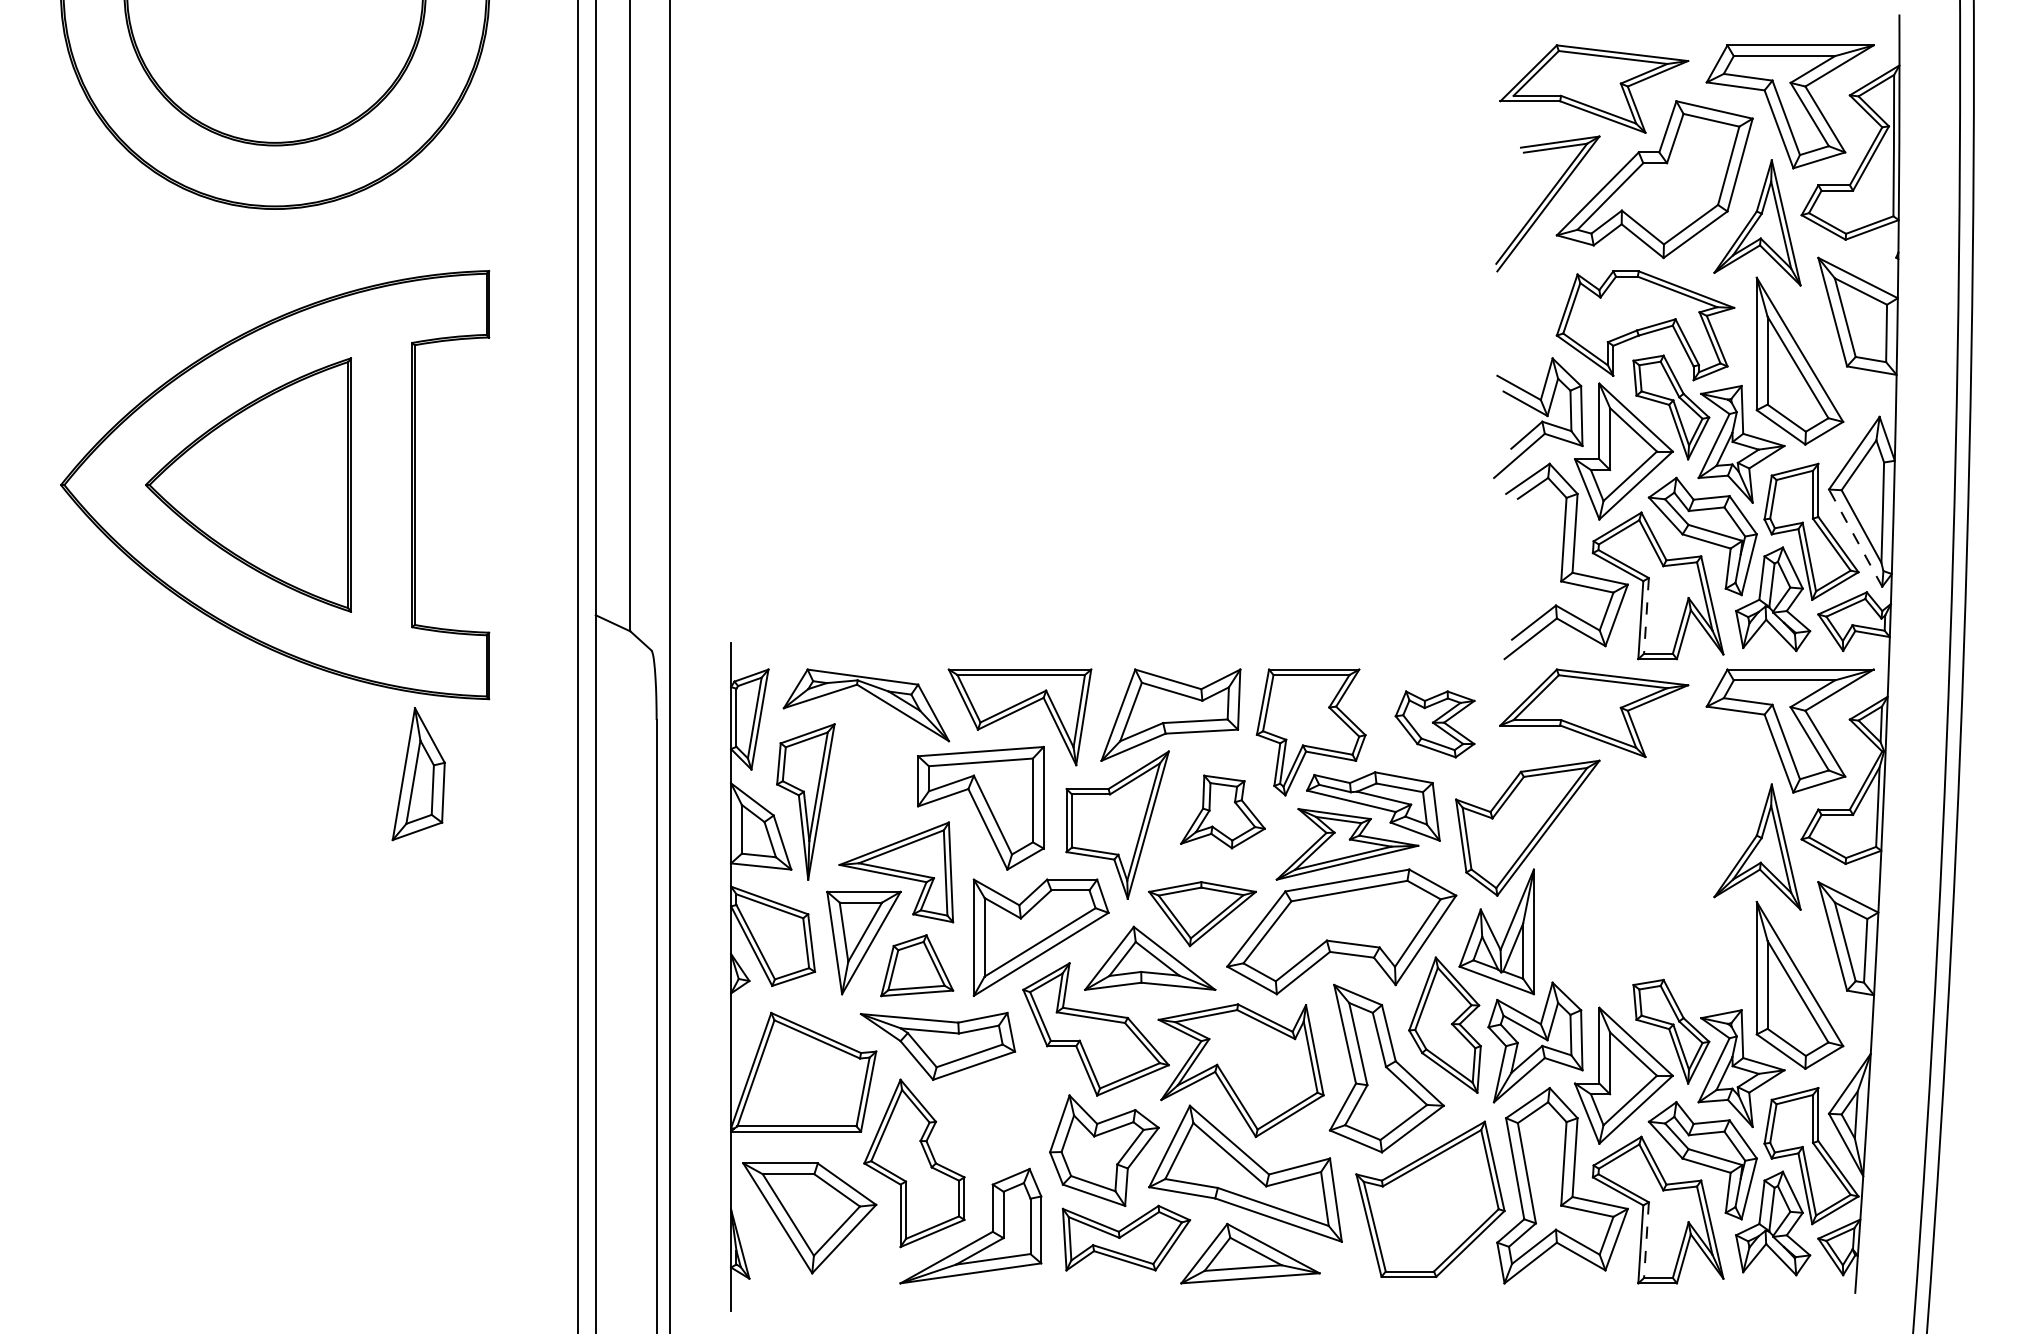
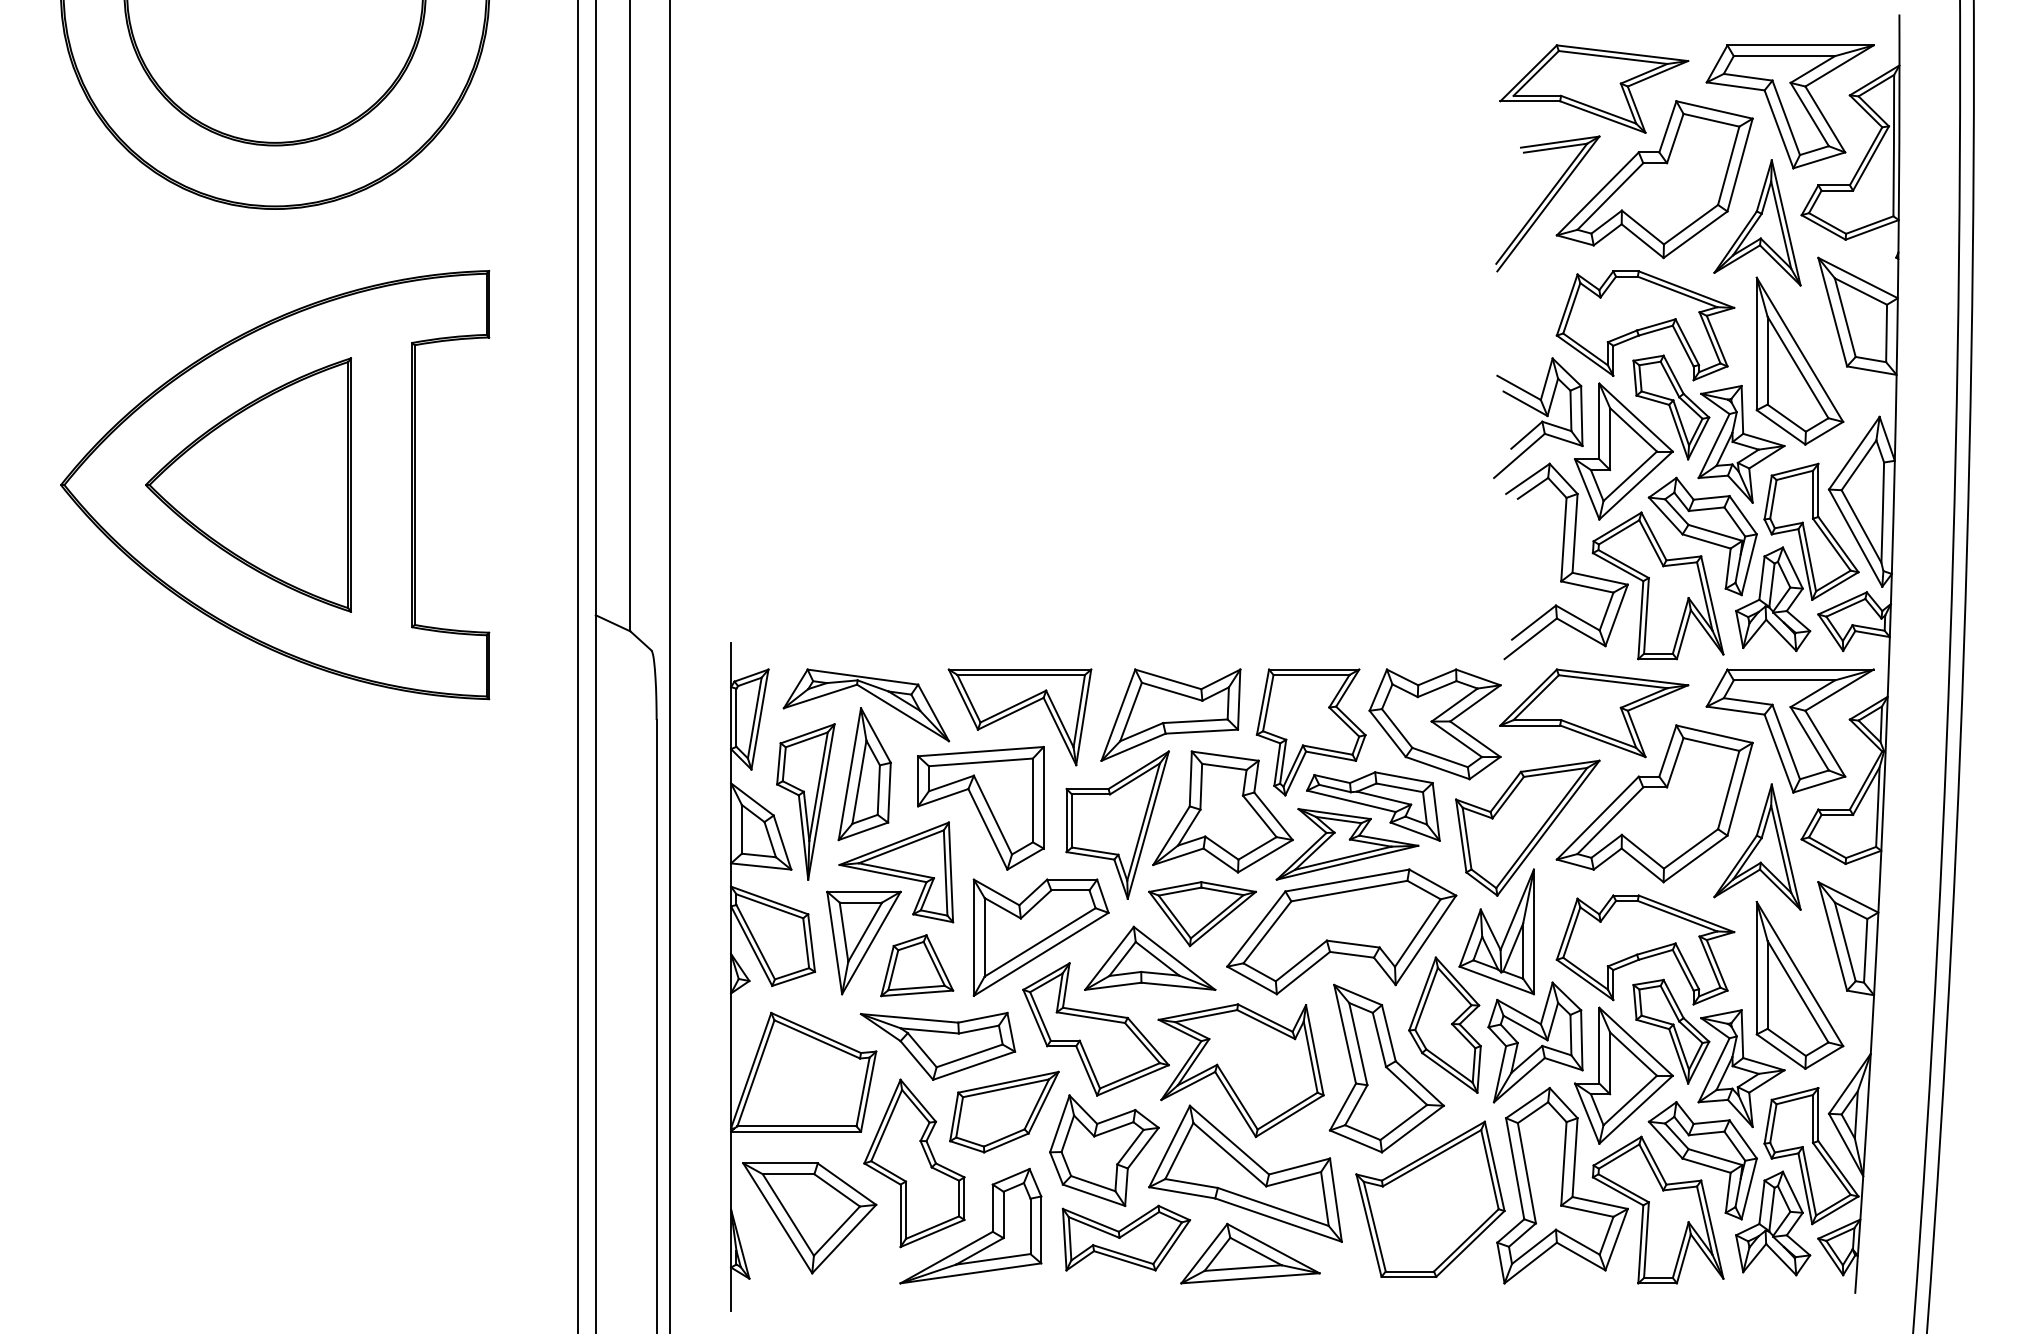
line at (1855, 537): dashed -> solid
line at (1646, 615): dashed -> solid
part at (1434, 724) size: 82x69 px -> 134x113 px
part at (418, 774) position: (418, 774) -> (864, 774)
part at (1654, 803): none -> present
part at (1222, 811) size: 86x76 px -> 142x124 px
part at (1645, 949): none -> present
part at (1004, 1111): none -> present
line at (1646, 1240): dashed -> solid
